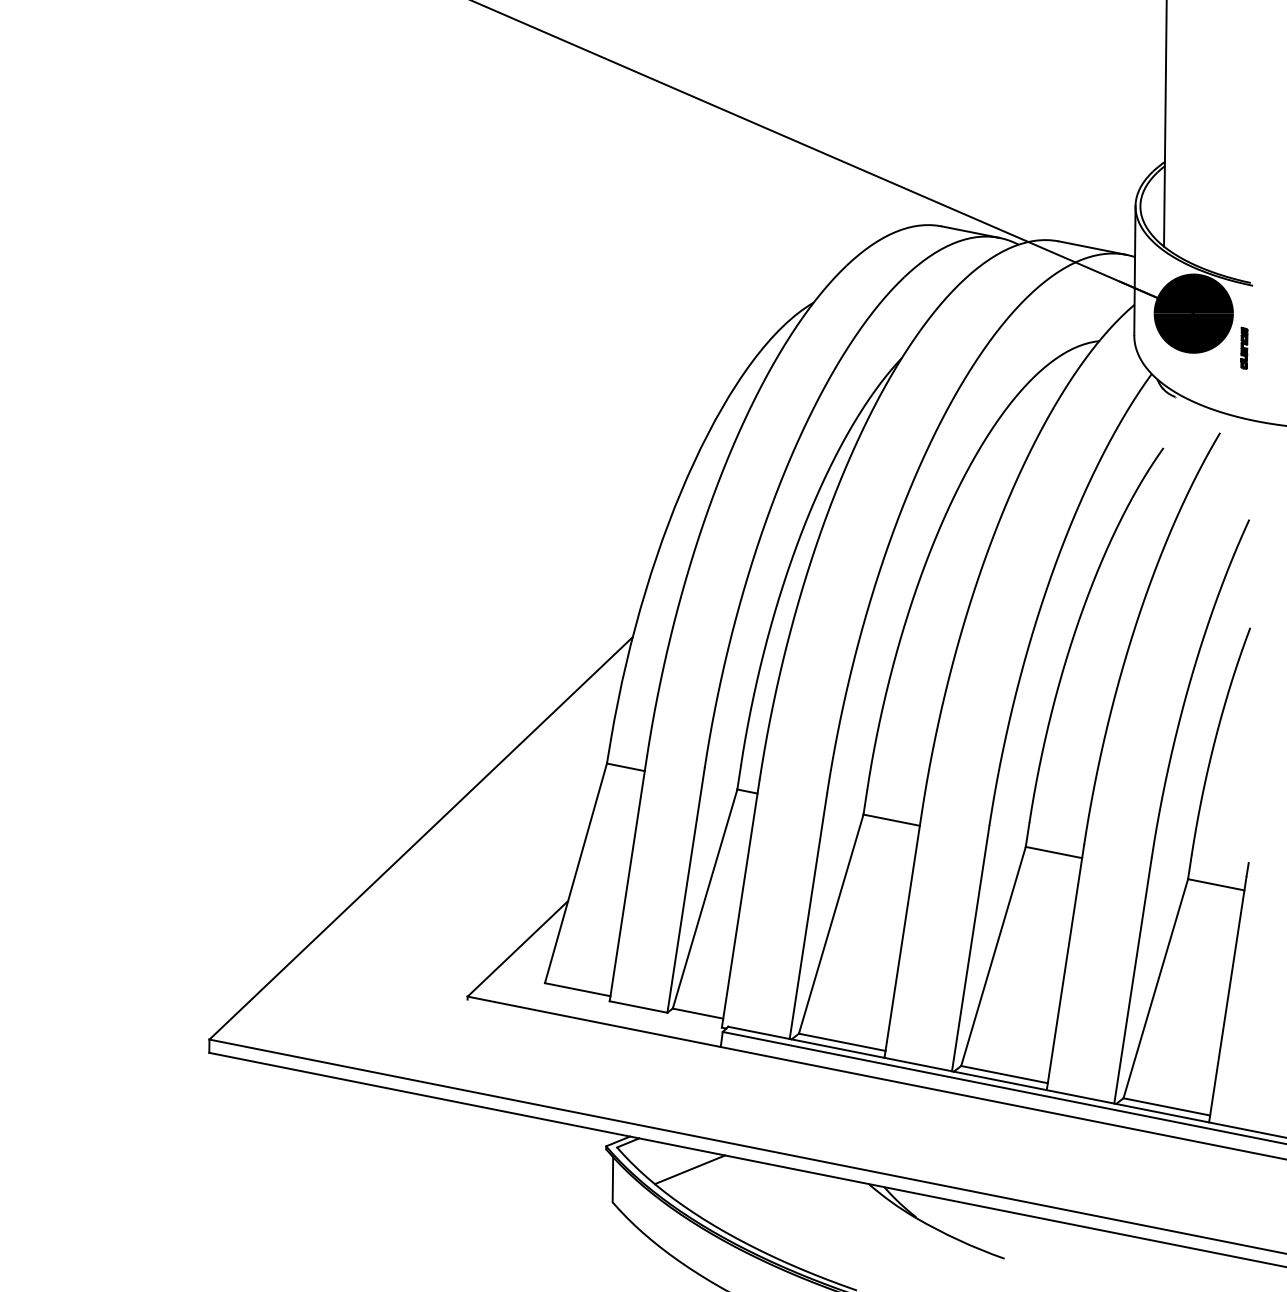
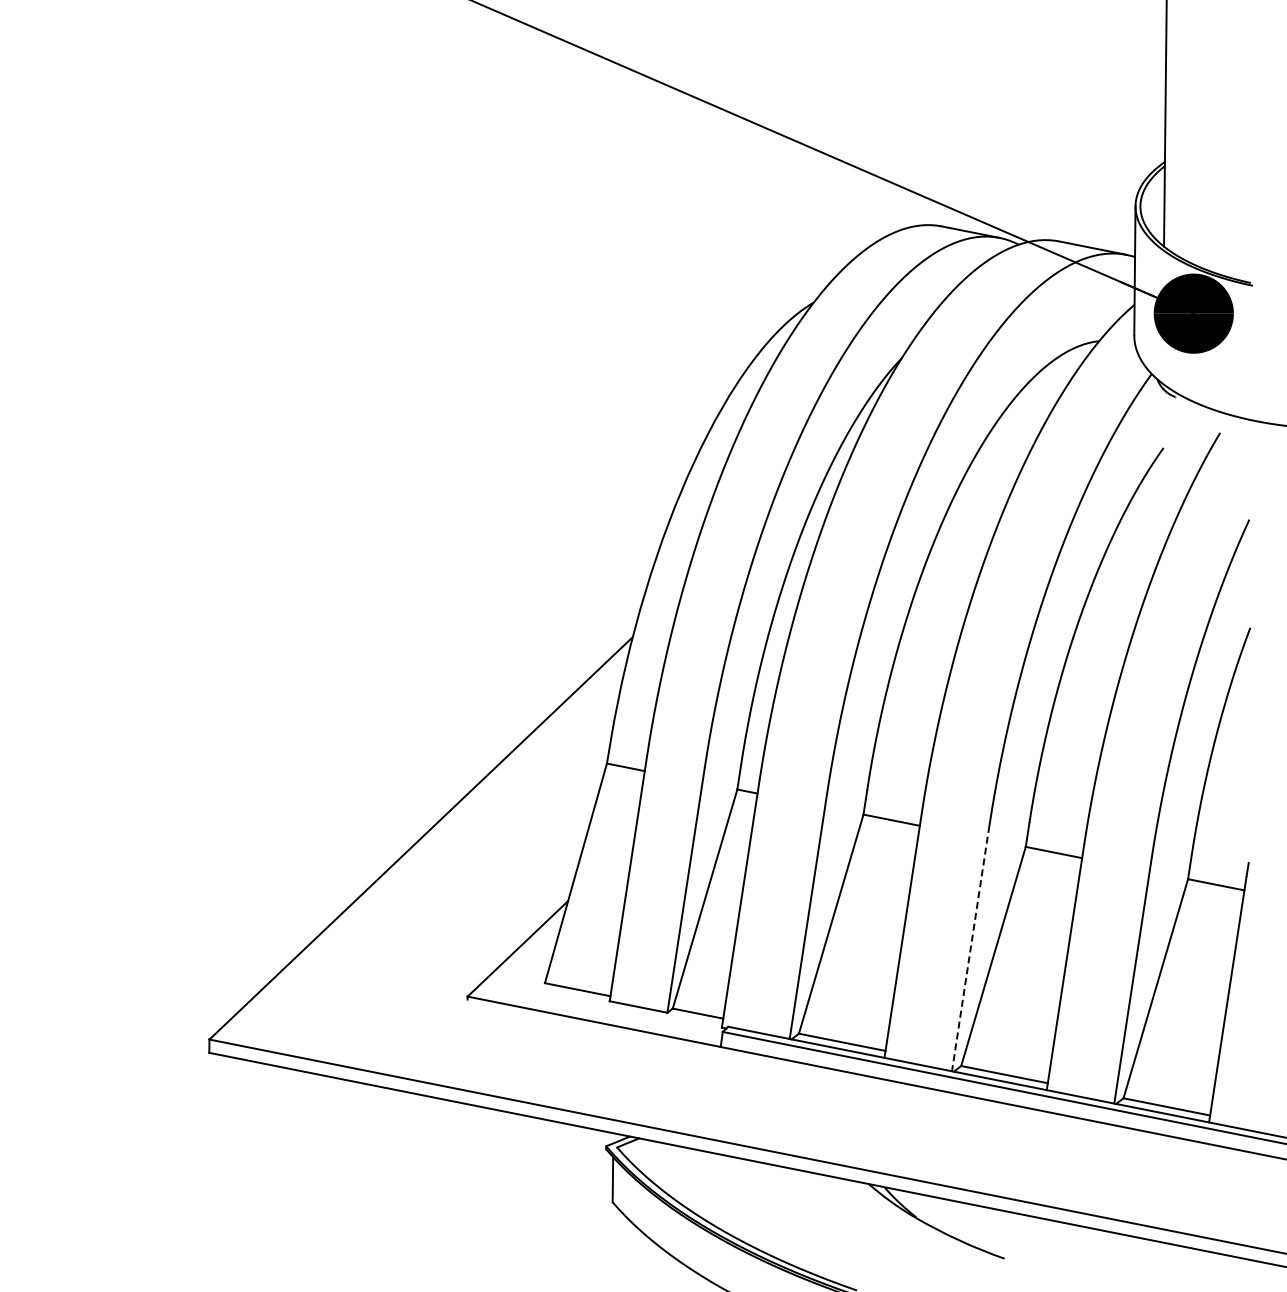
part at (1244, 347): present -> none
line at (970, 949): solid -> dashed
line at (689, 1169): present -> none
